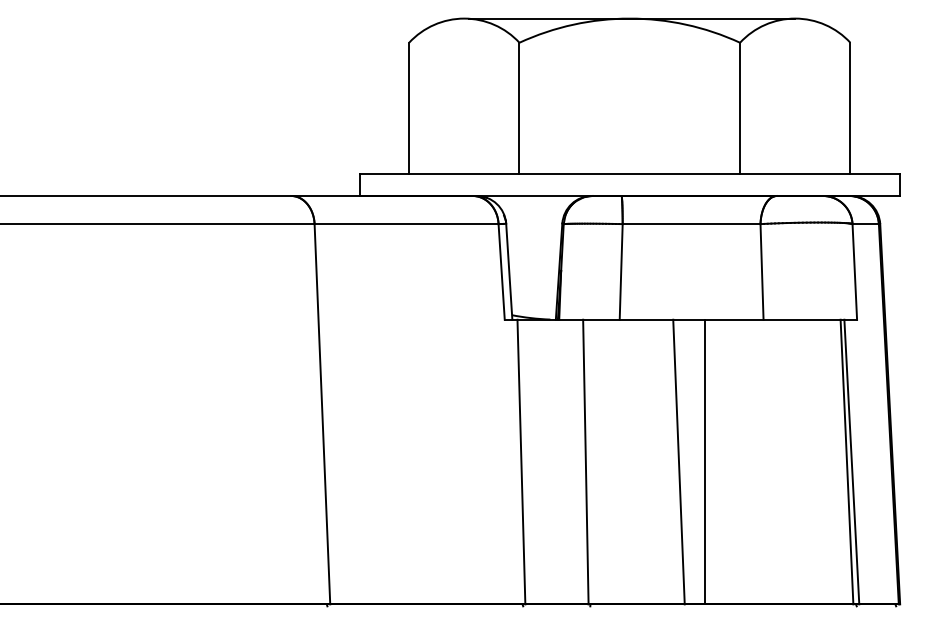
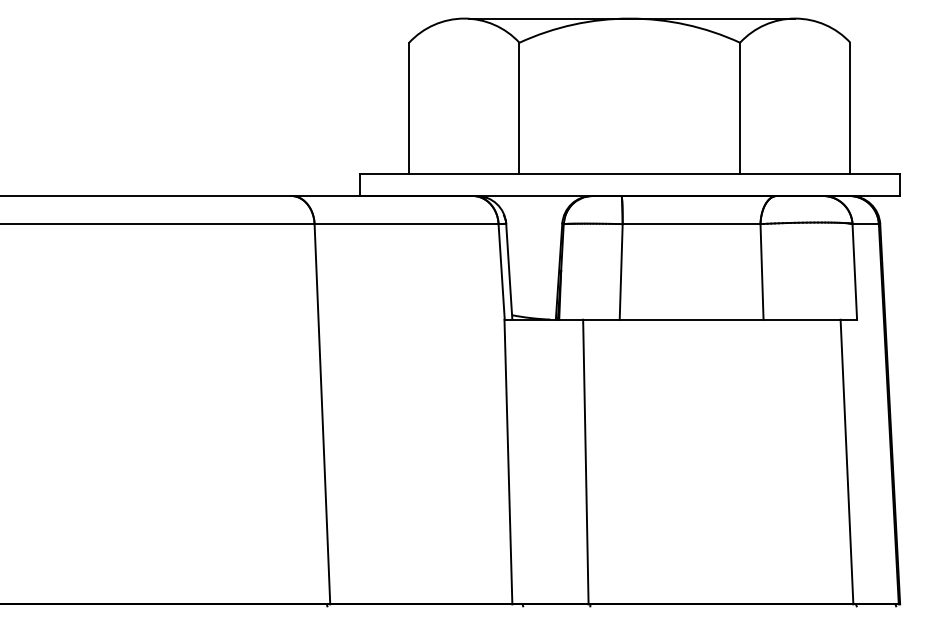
line at (521, 461) position: (521, 461) -> (508, 461)
line at (678, 461): present -> none
line at (704, 461): present -> none
line at (851, 461): present -> none
